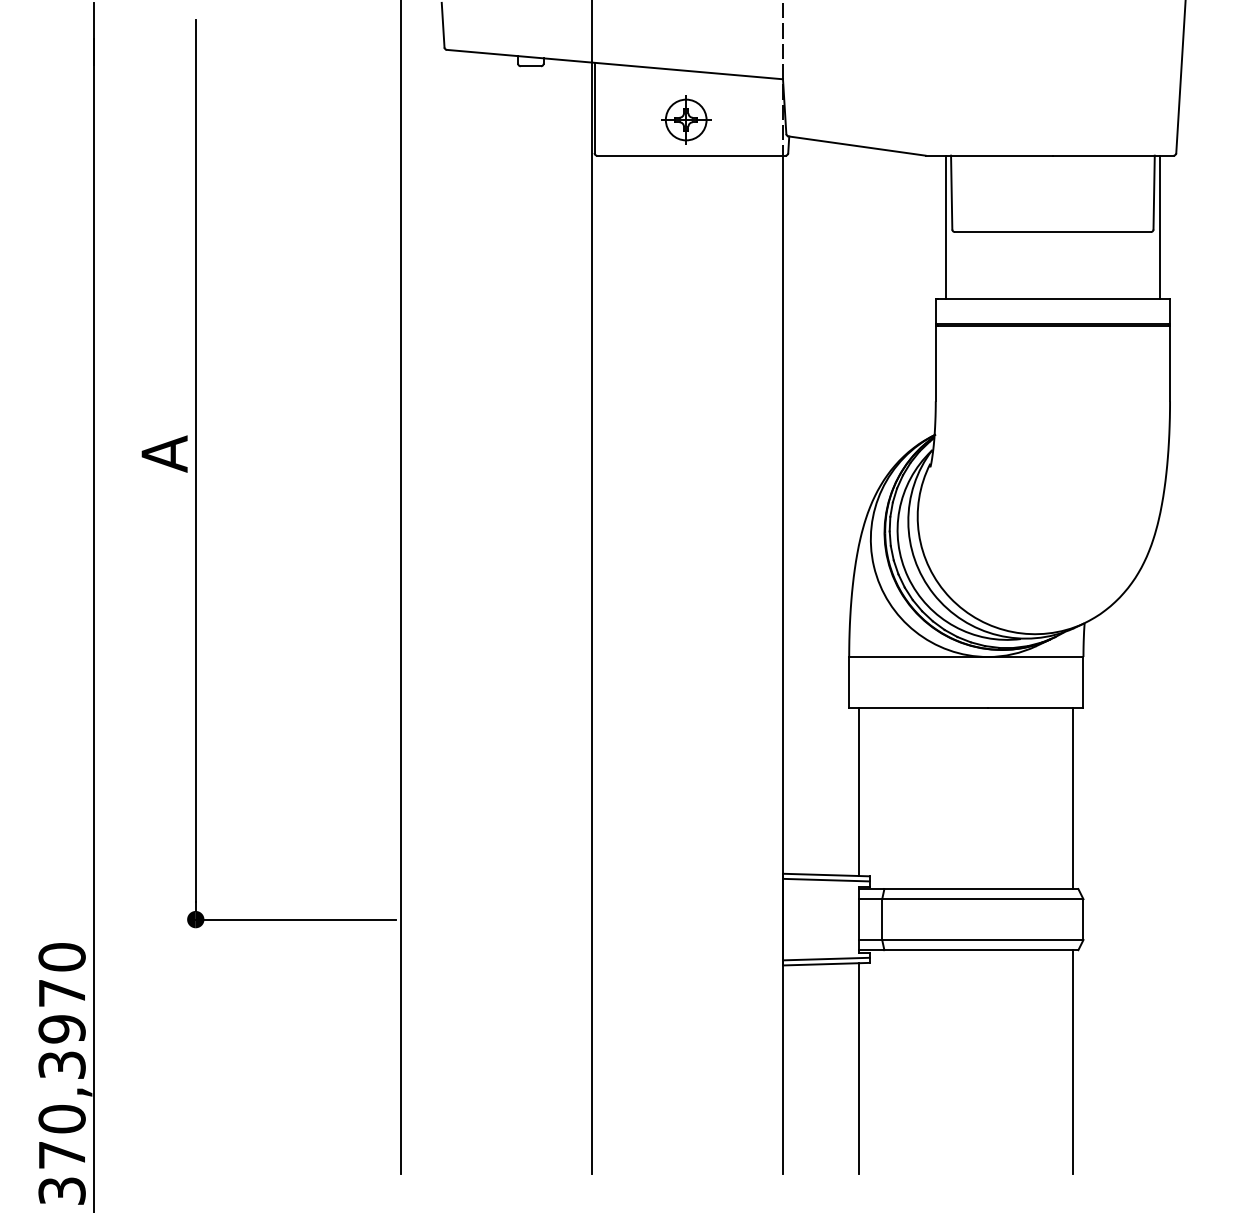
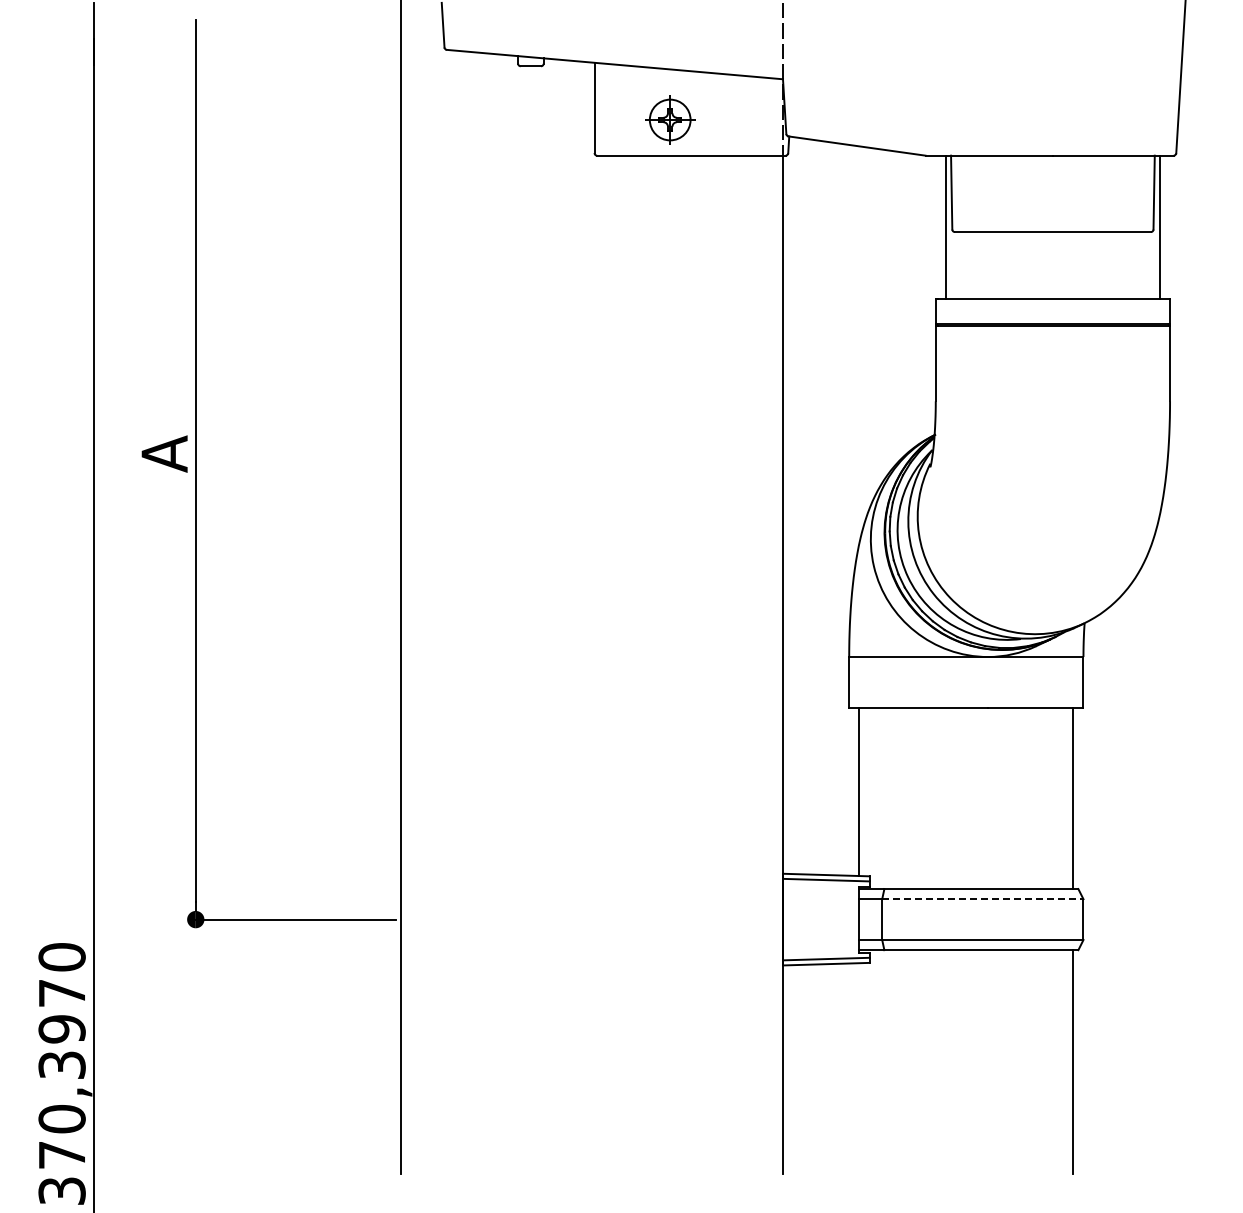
part at (686, 119) position: (686, 119) -> (670, 119)
line at (592, 588): present -> none
line at (982, 899): solid -> dashed
line at (859, 1068): present -> none
